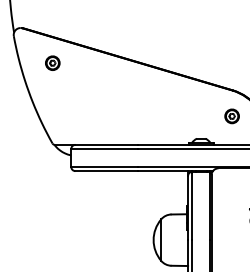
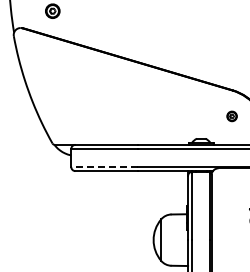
part at (52, 62) position: (52, 62) -> (52, 10)
part at (231, 116) size: 16x17 px -> 12x13 px
line at (104, 166): solid -> dashed
